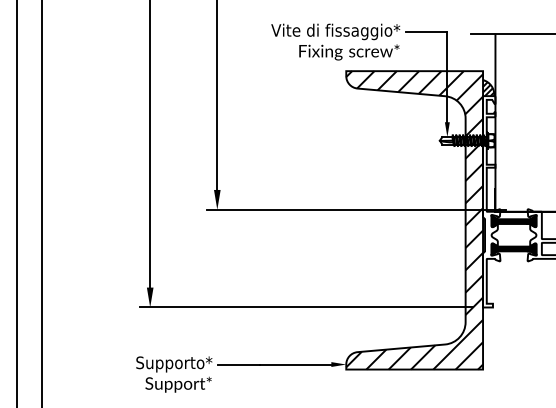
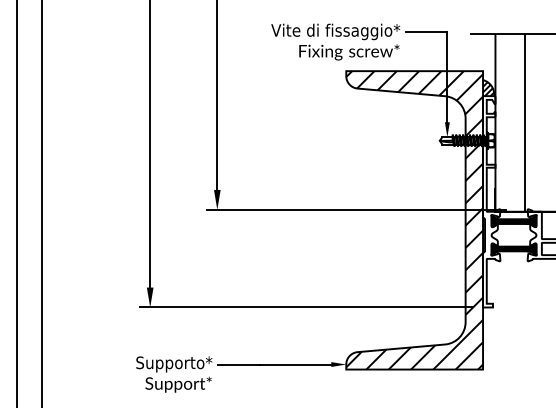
line at (525, 122): none -> present
